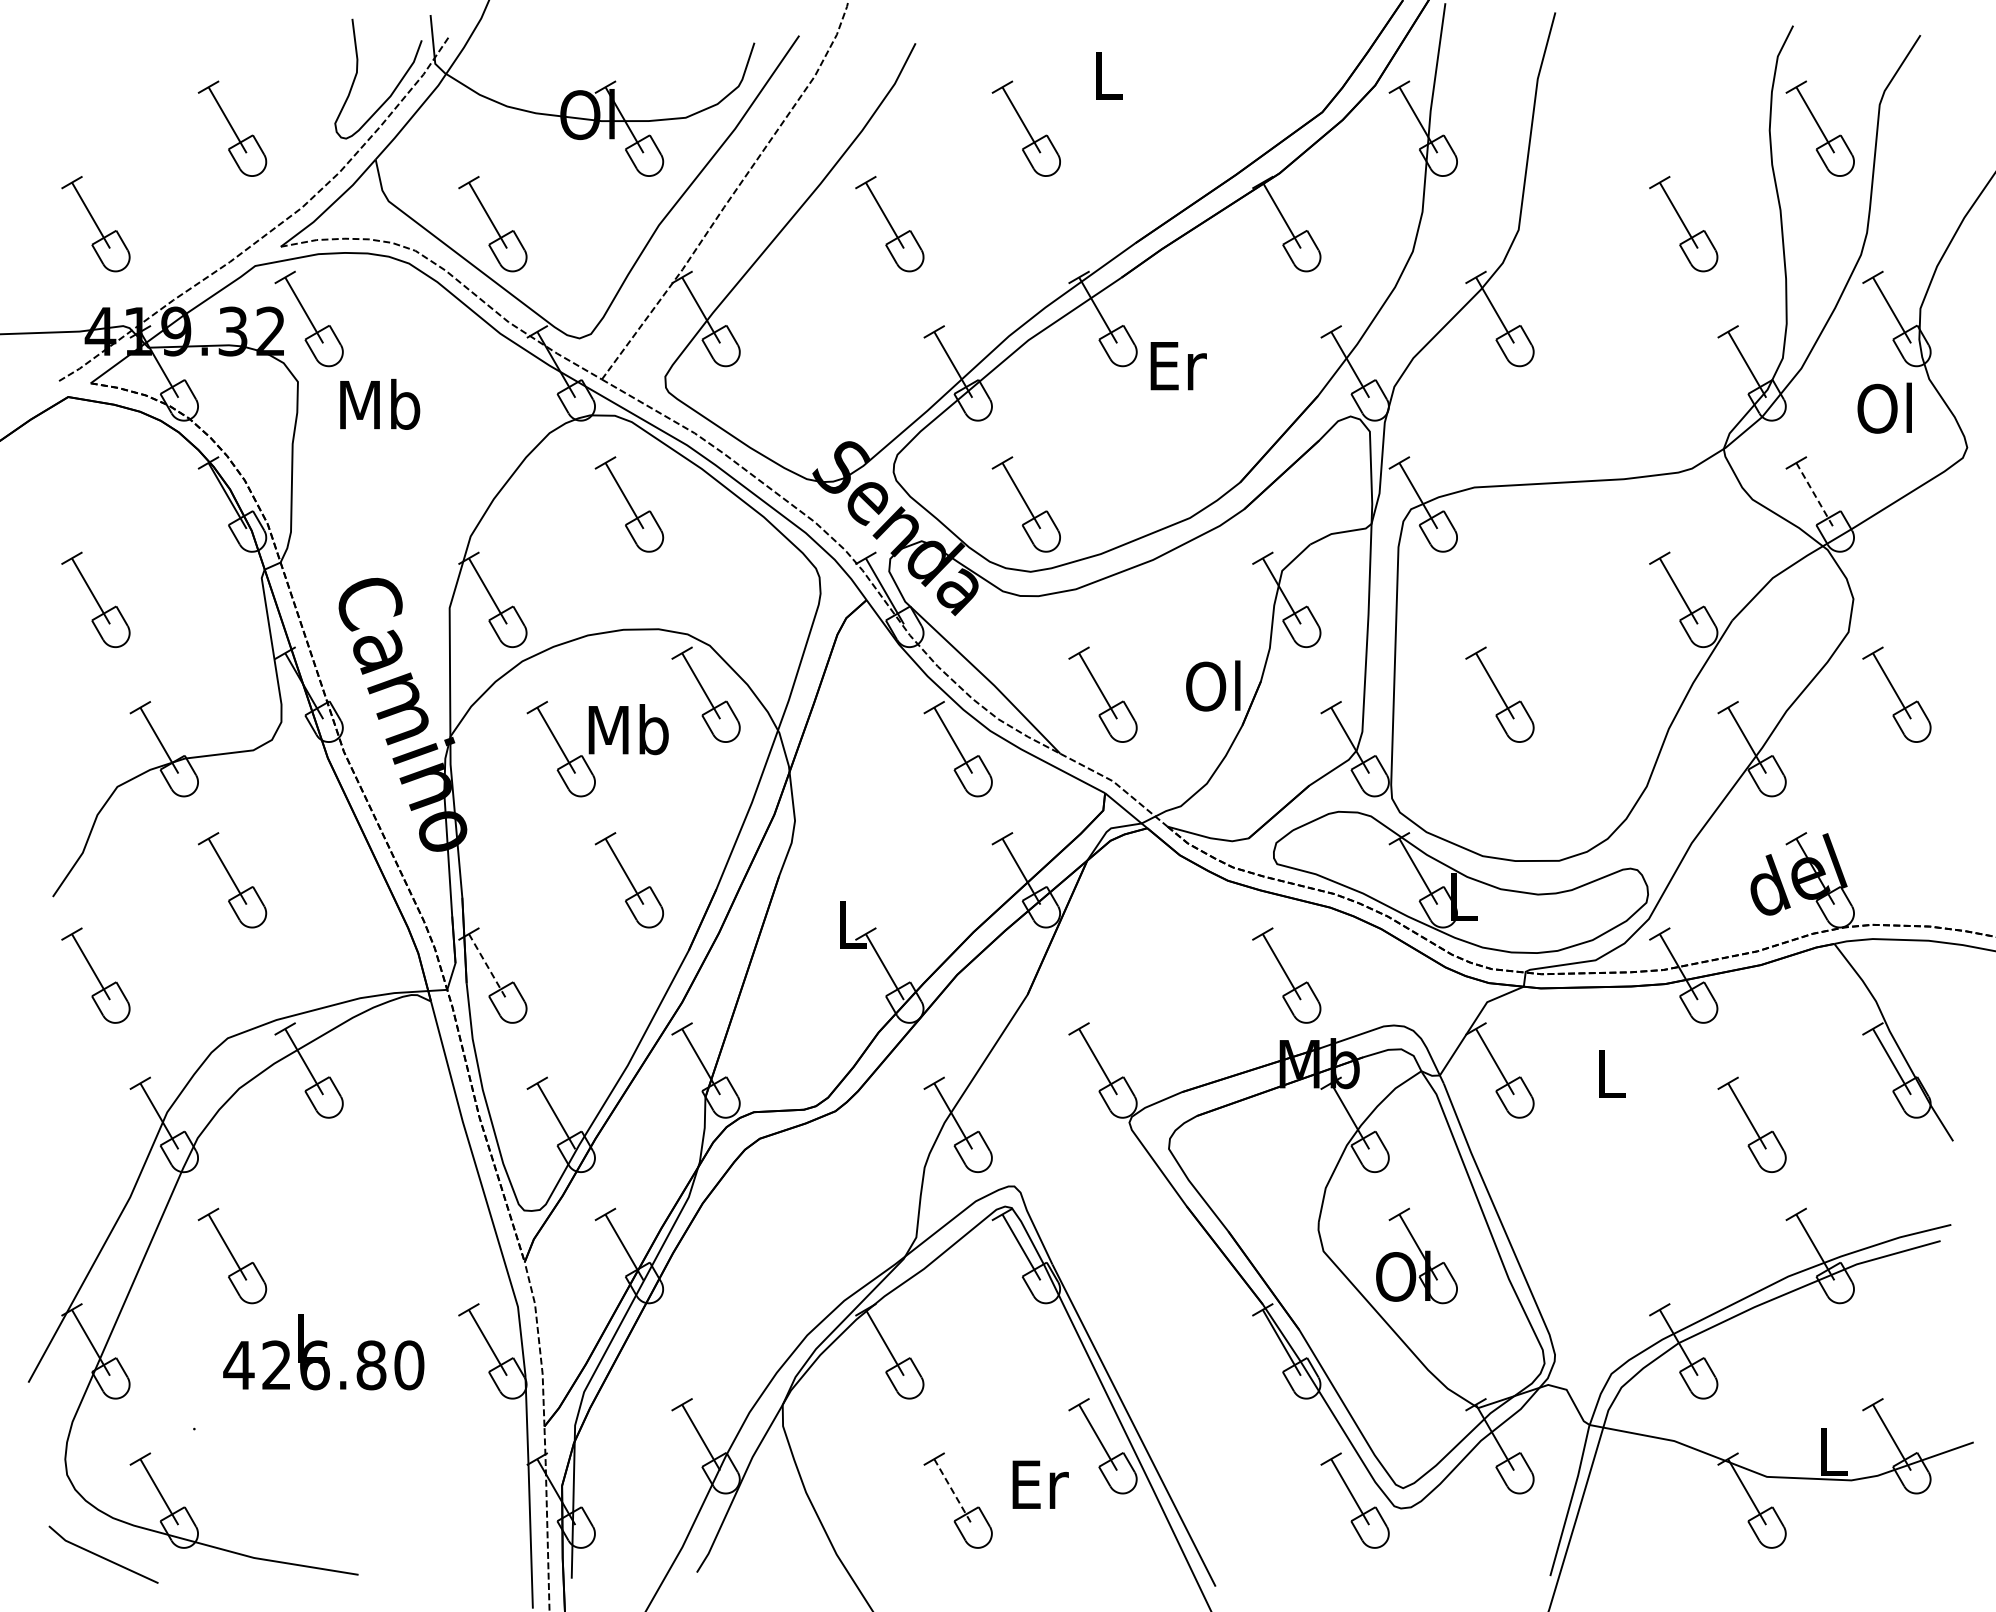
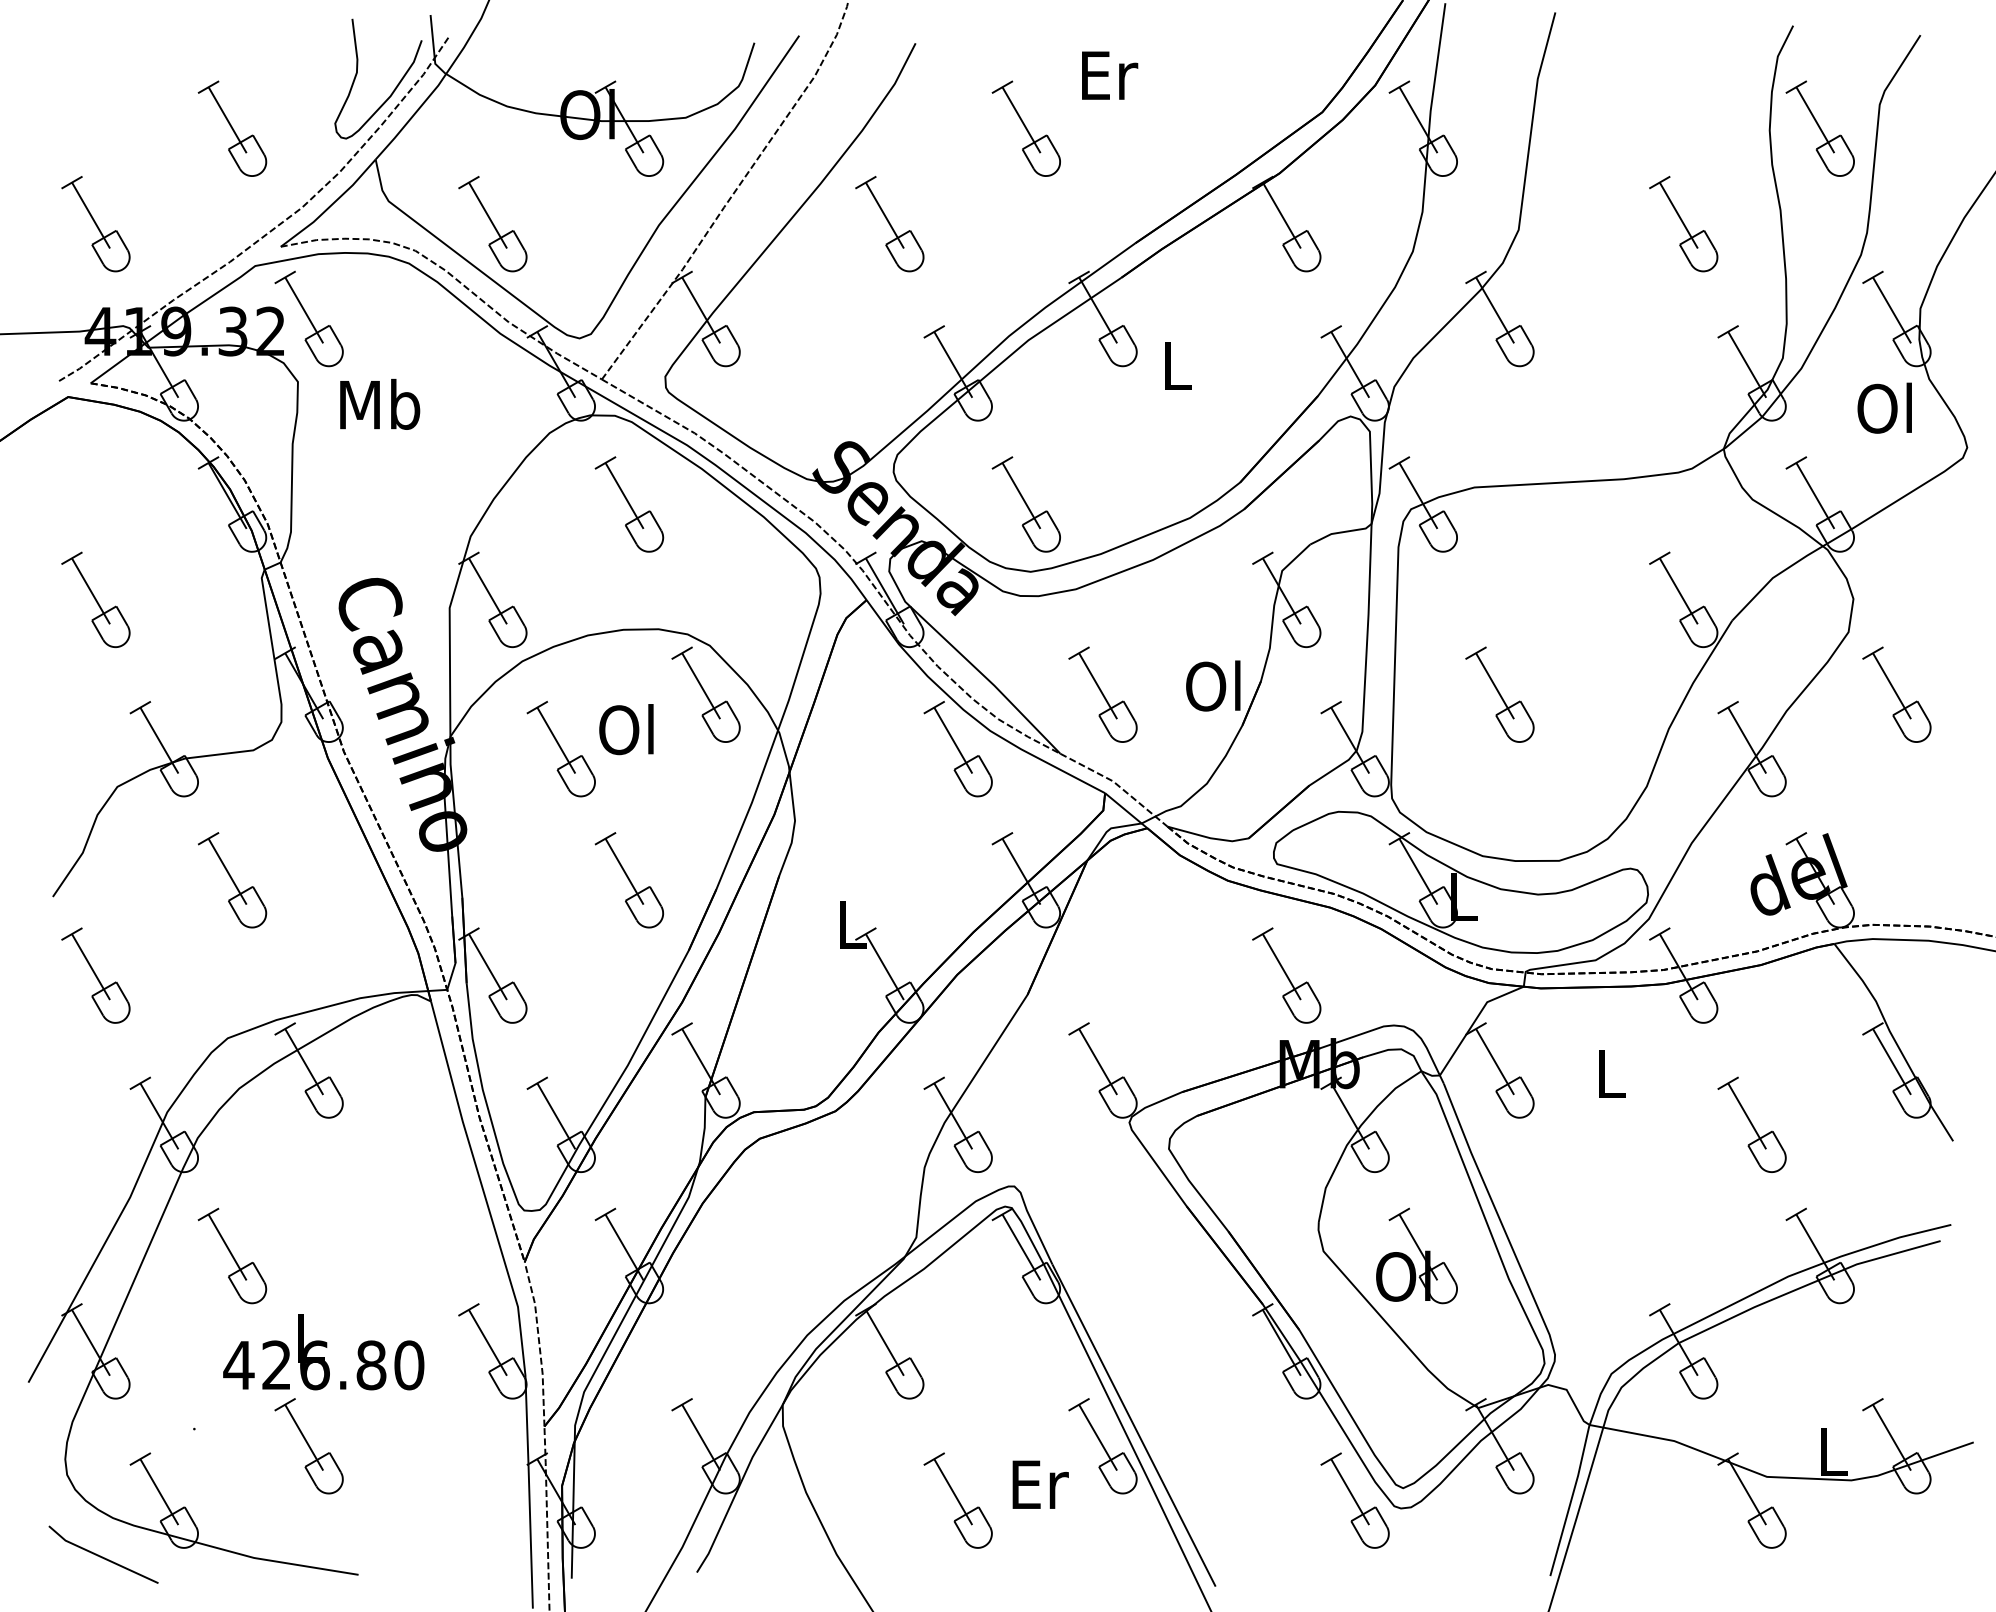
text at (1110, 75): L -> Er
text at (1178, 366): Er -> L
line at (1815, 496): dashed -> solid
text at (628, 729): Mb -> Ol
line at (488, 967): dashed -> solid
part at (308, 1446): none -> present
line at (953, 1492): dashed -> solid
